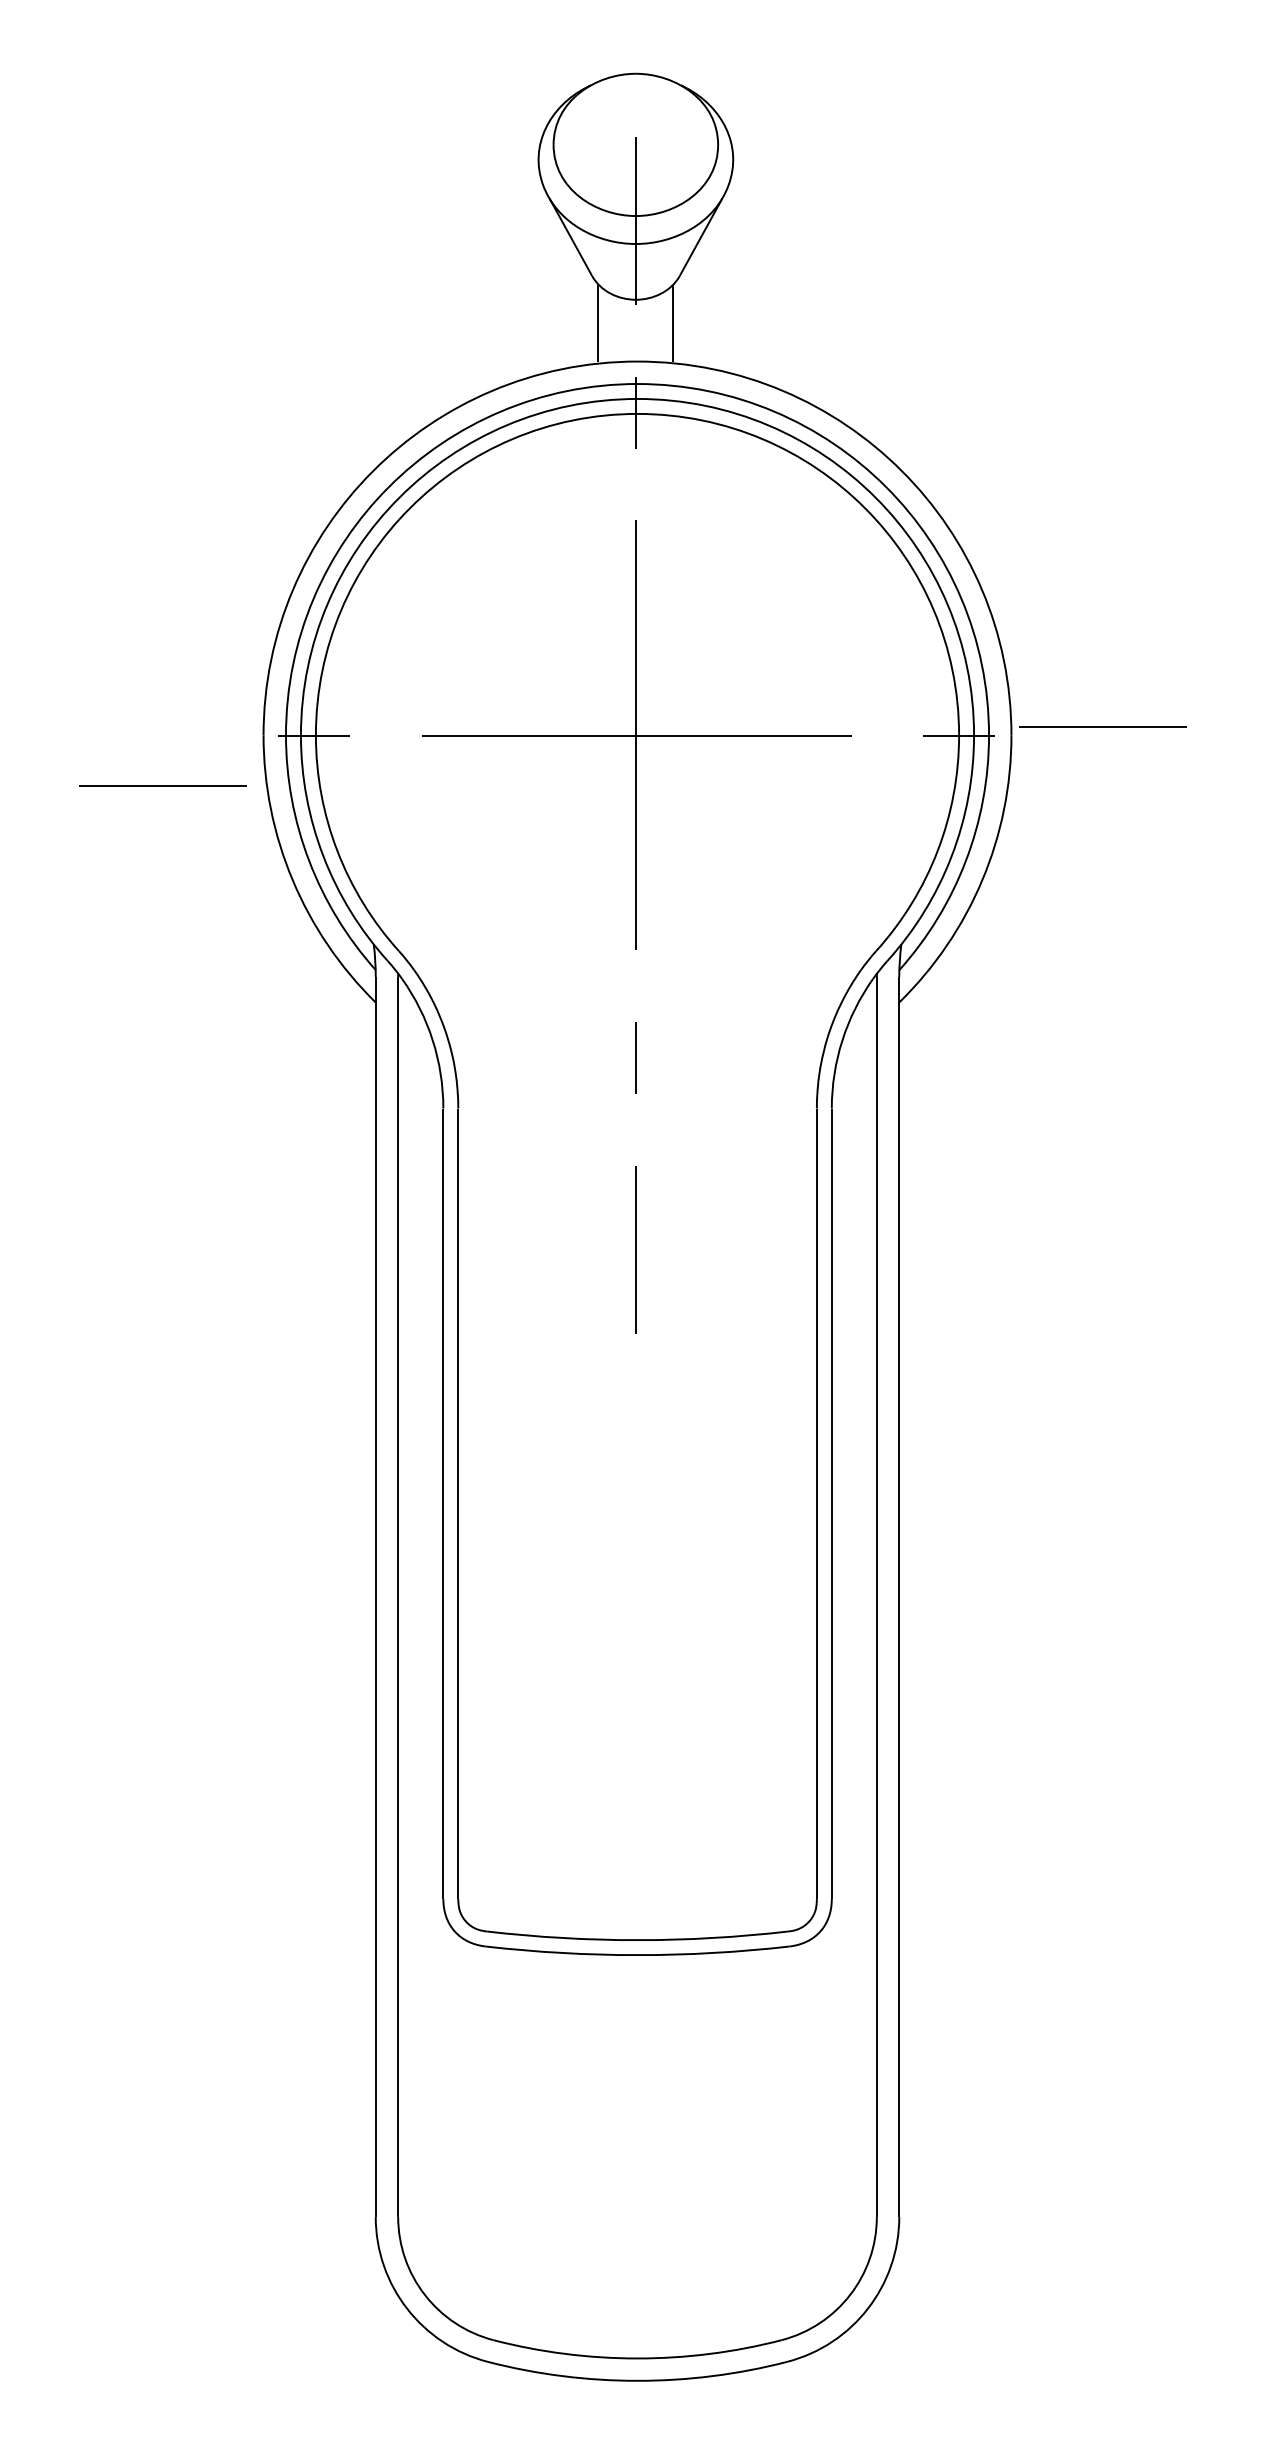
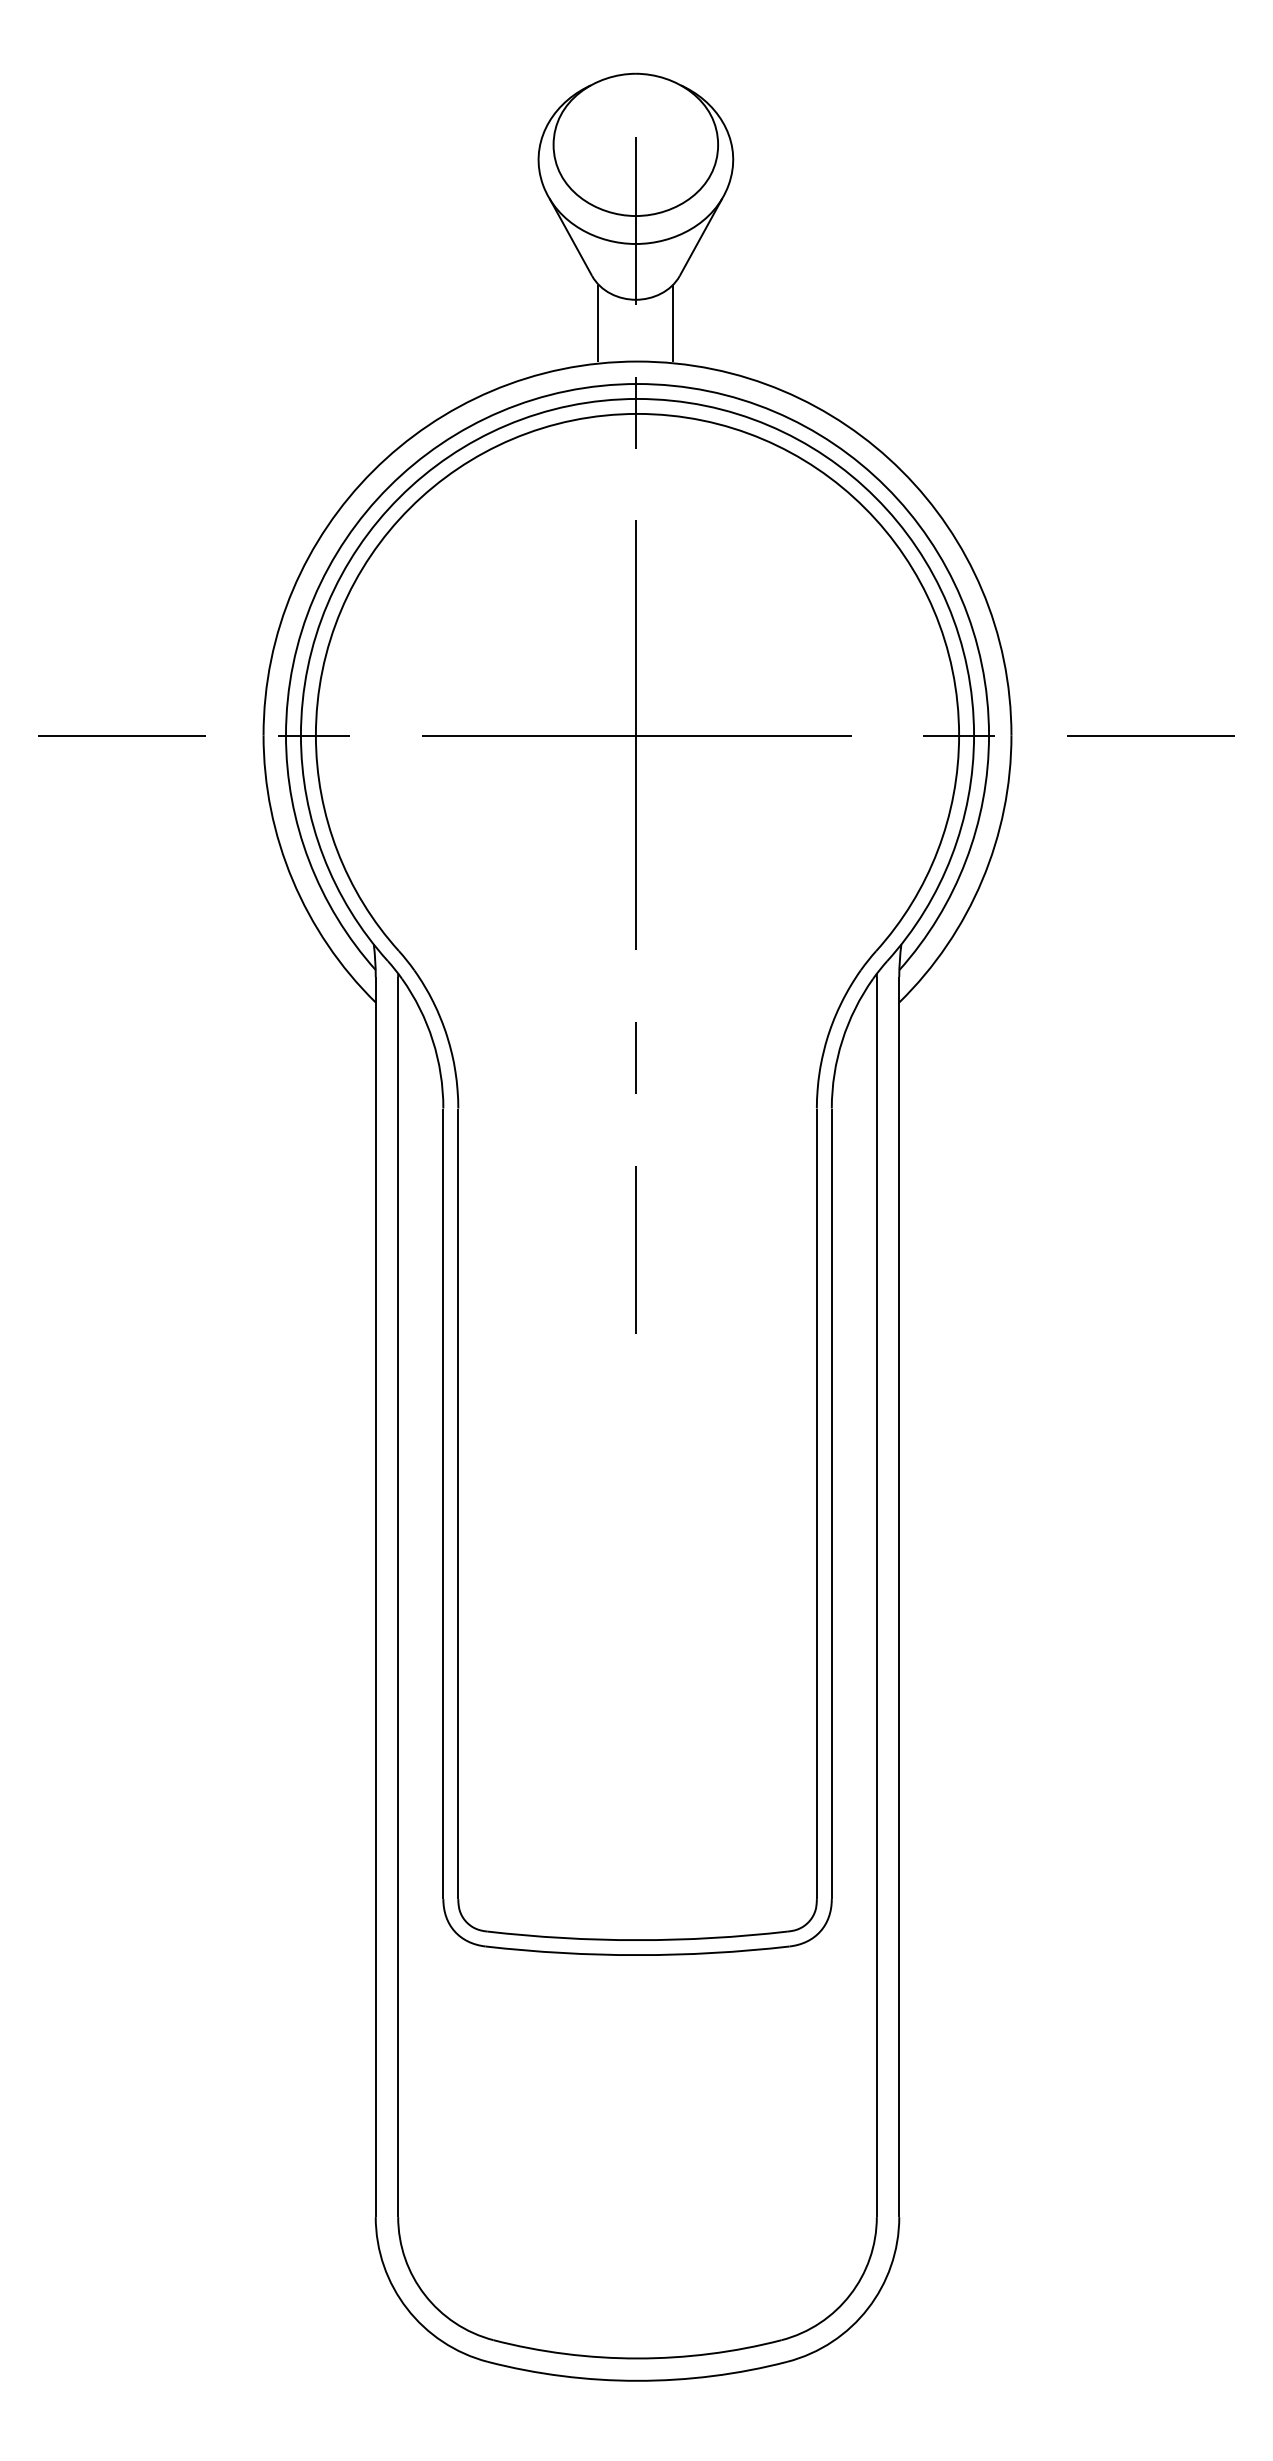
line at (1102, 726) position: (1102, 726) -> (1150, 735)
line at (162, 785) position: (162, 785) -> (121, 735)
